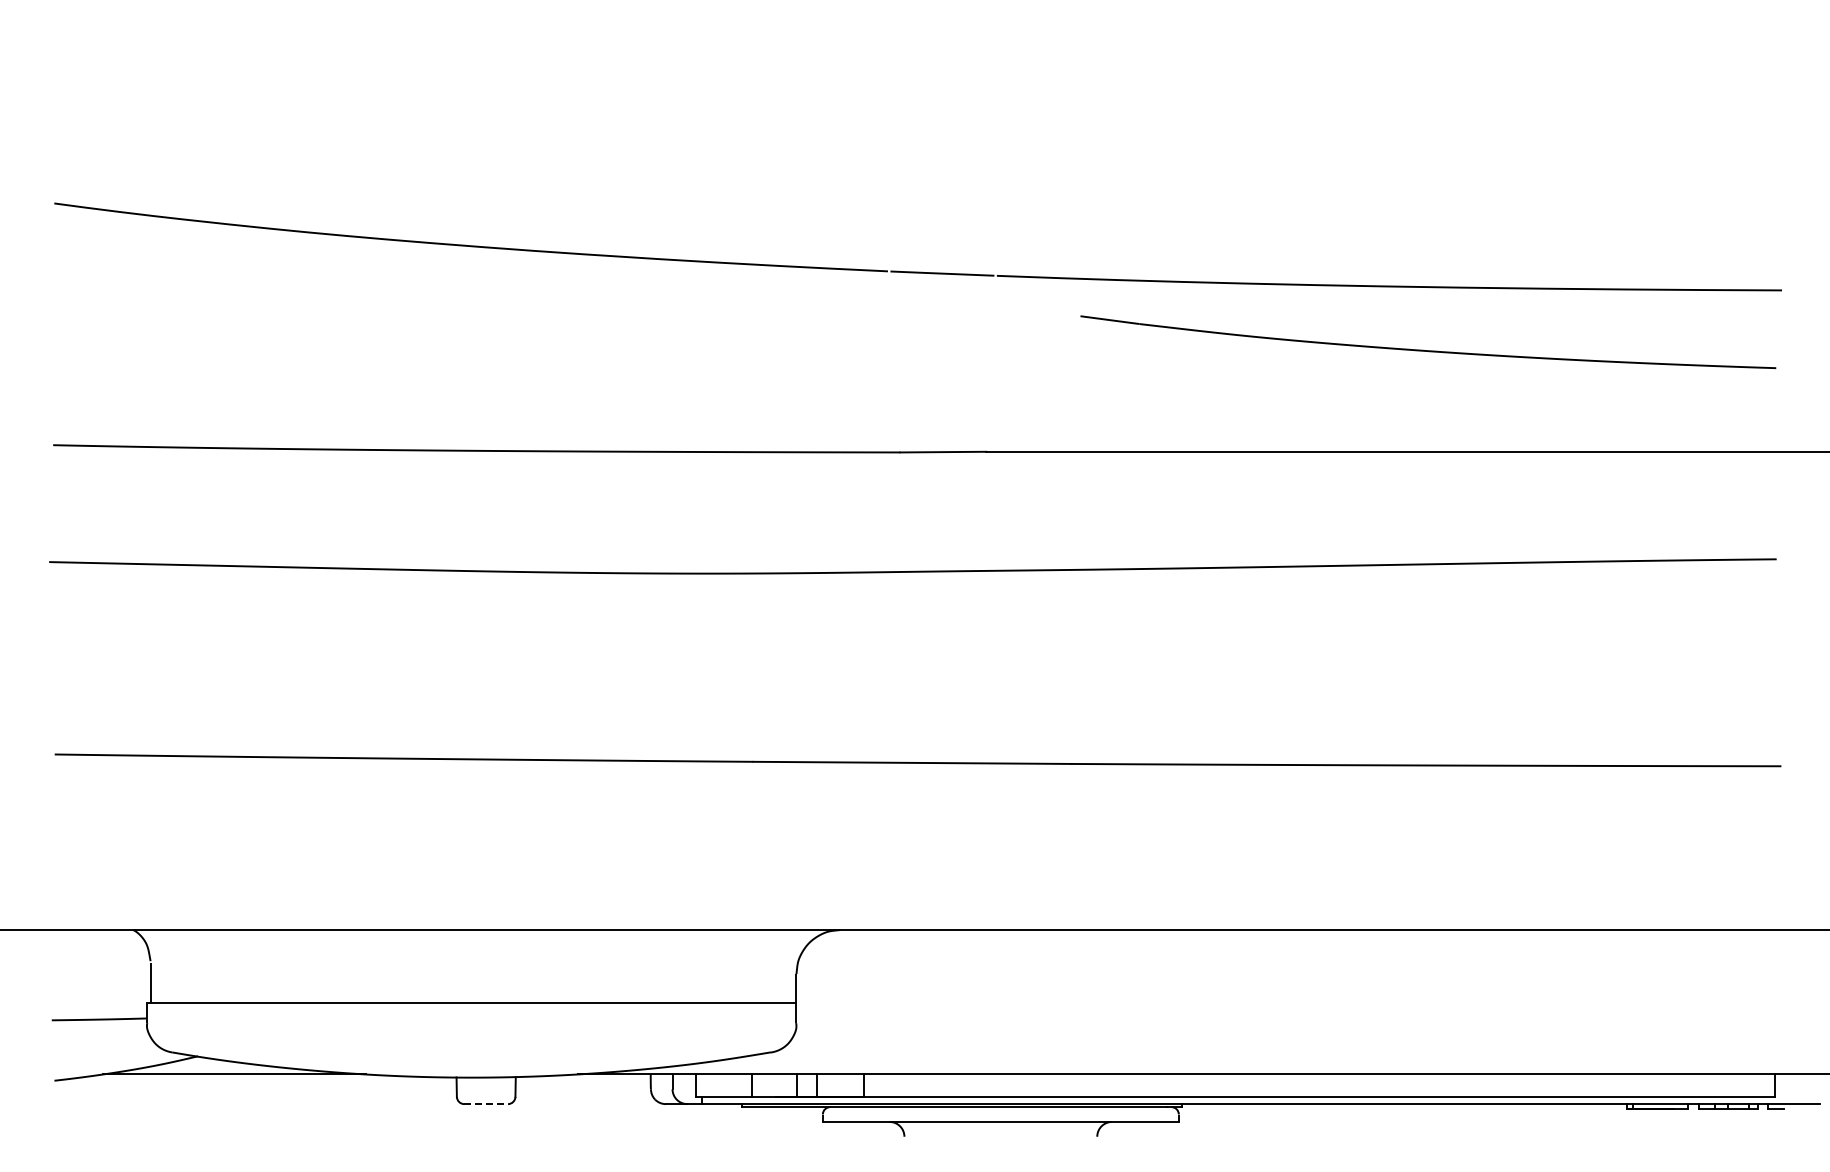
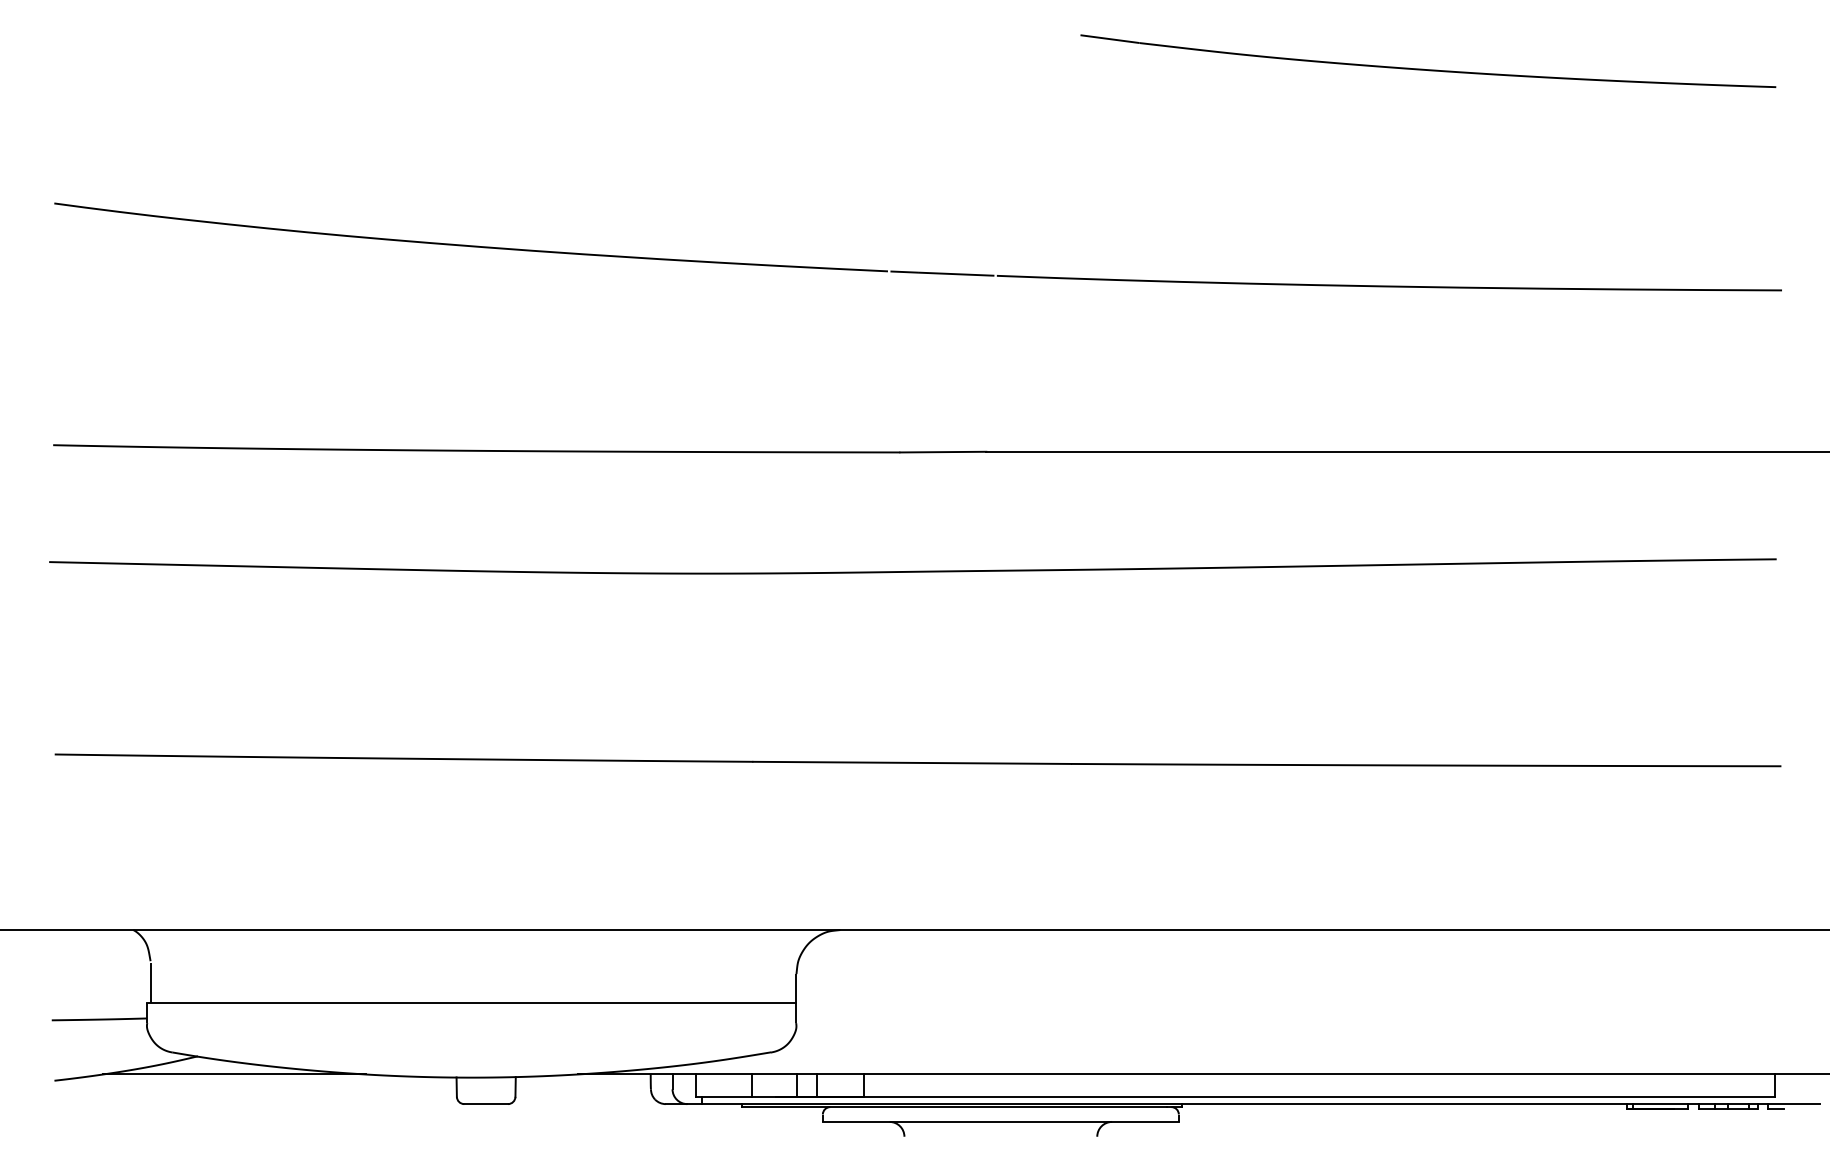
part at (1428, 350) position: (1428, 350) -> (1428, 69)
line at (486, 1104): dashed -> solid
